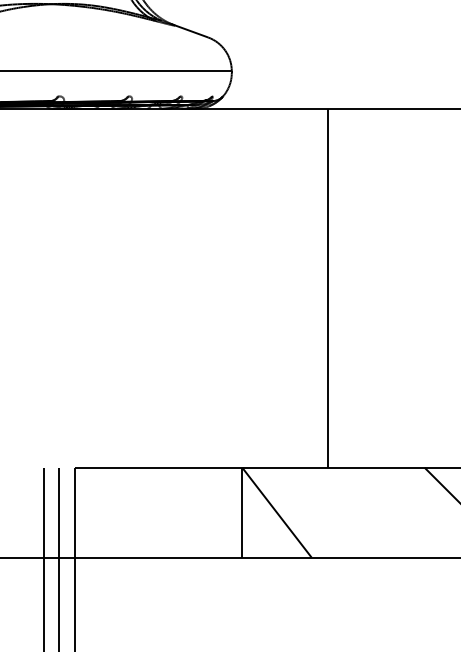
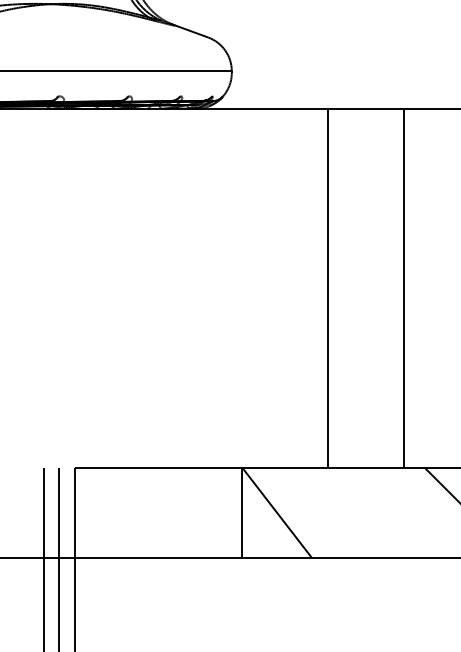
line at (404, 287): none -> present
